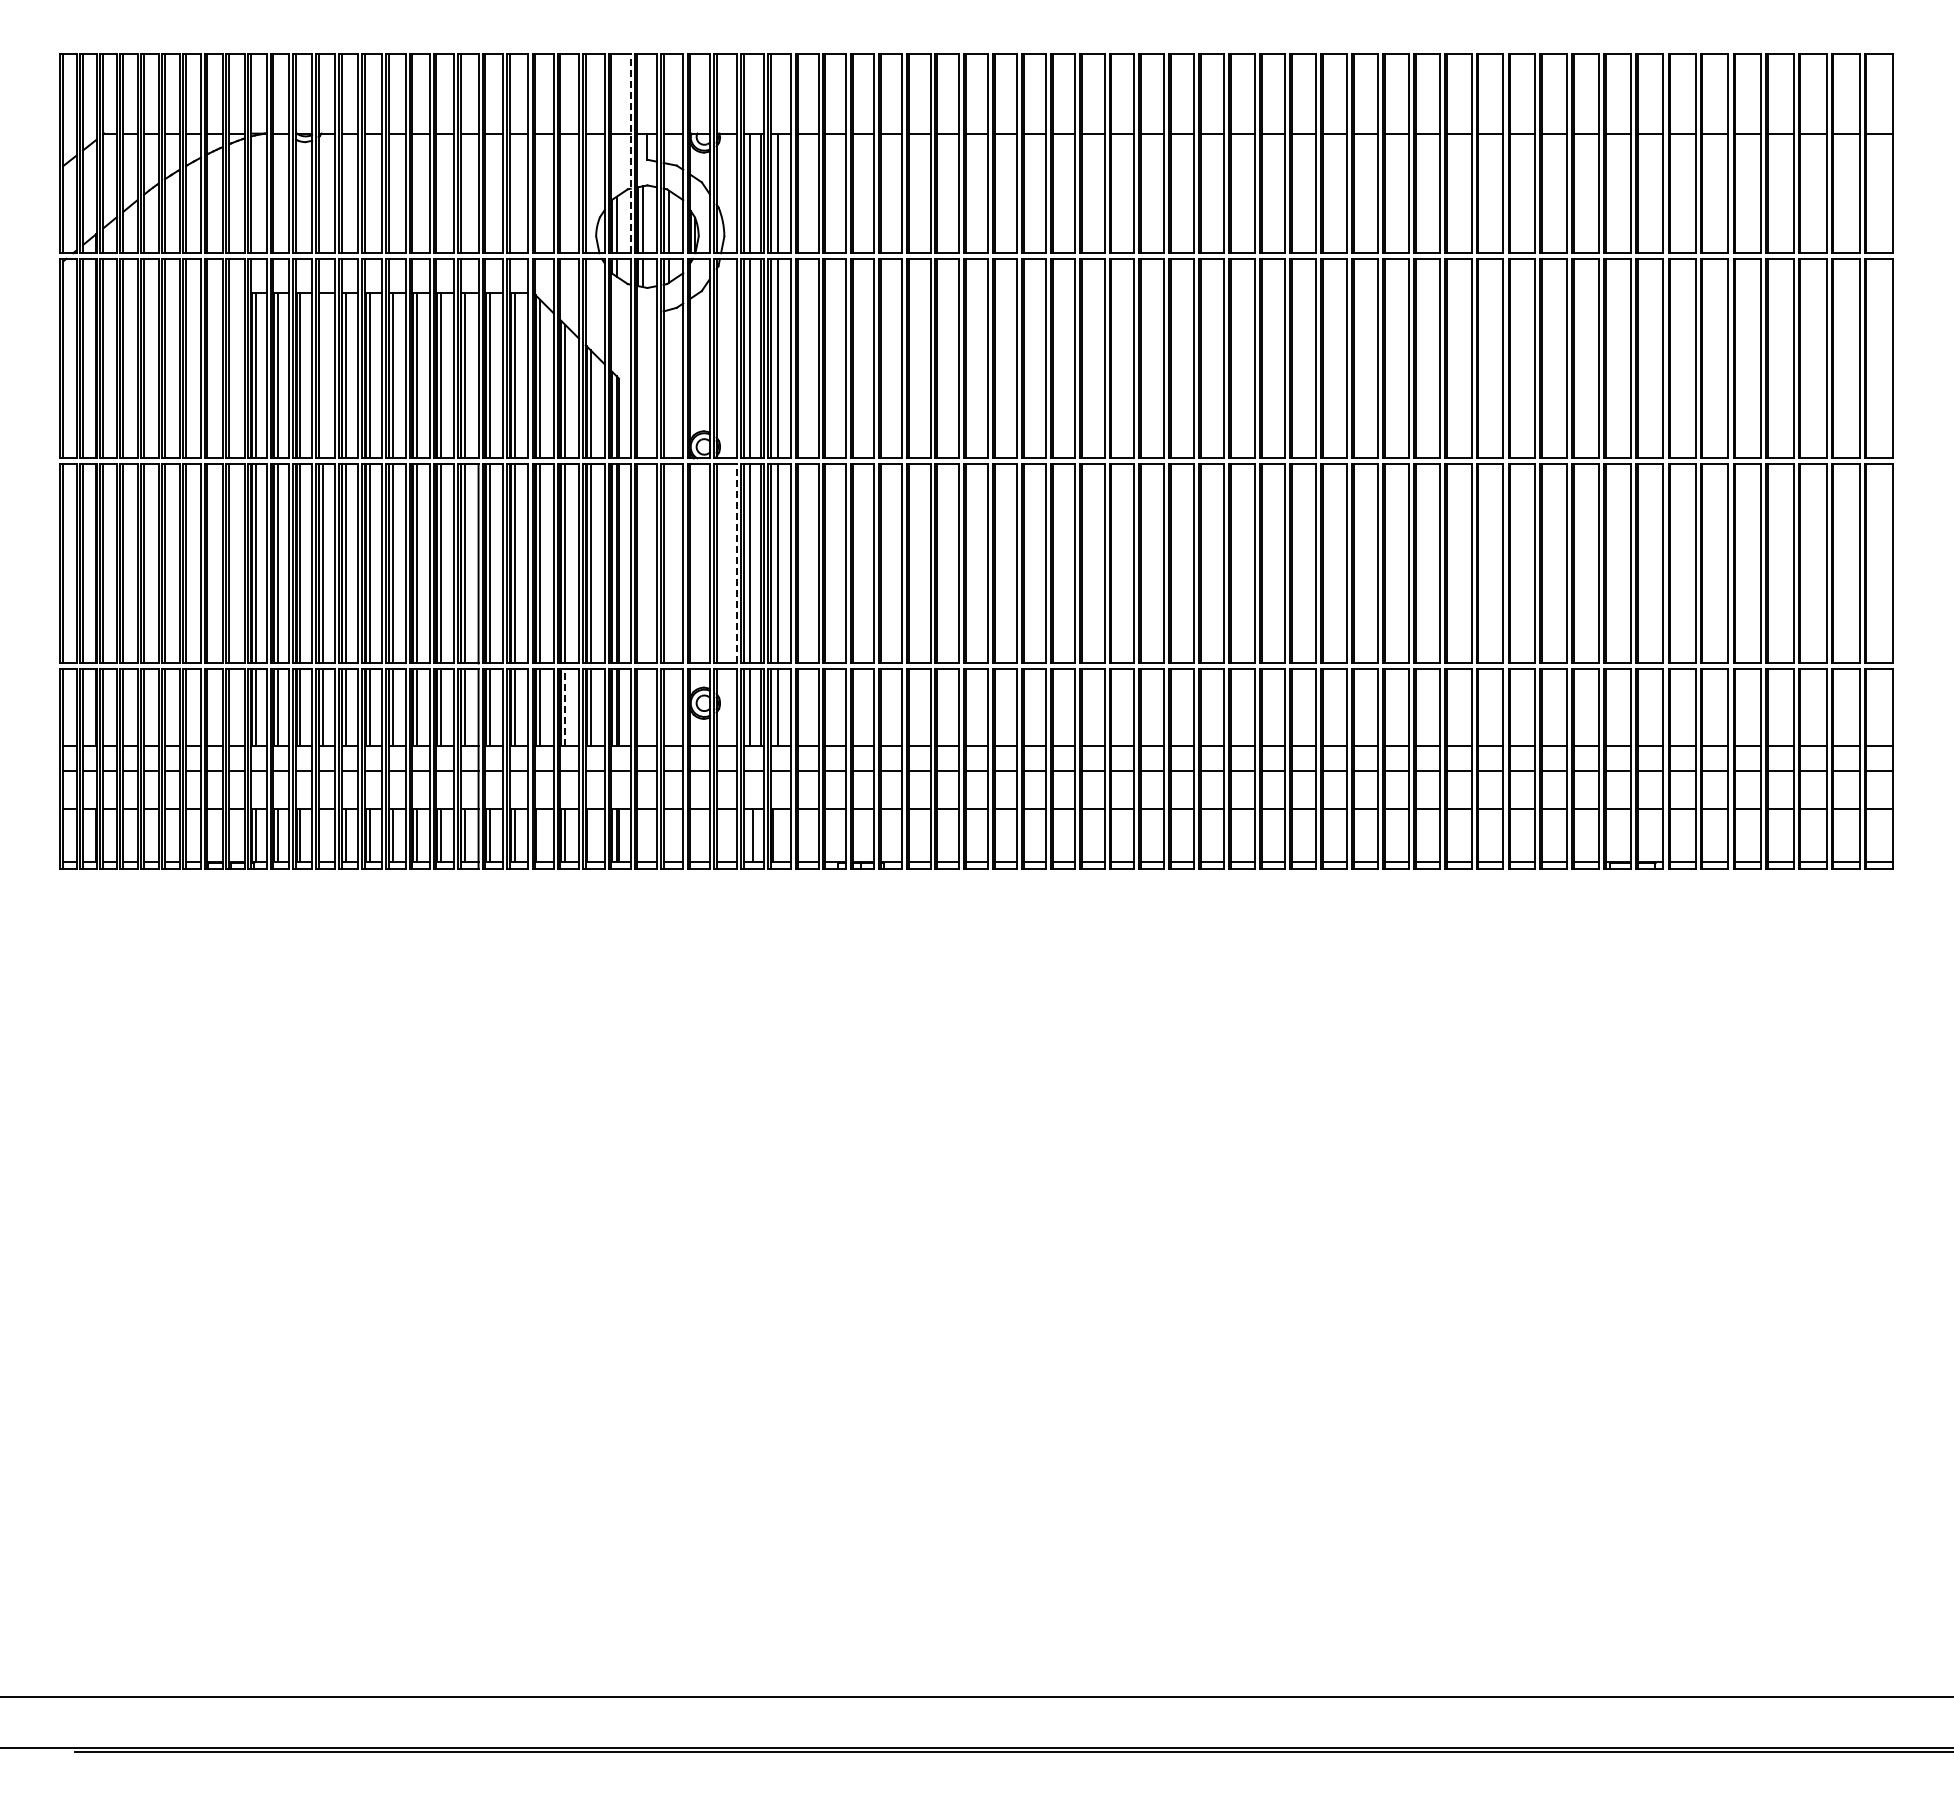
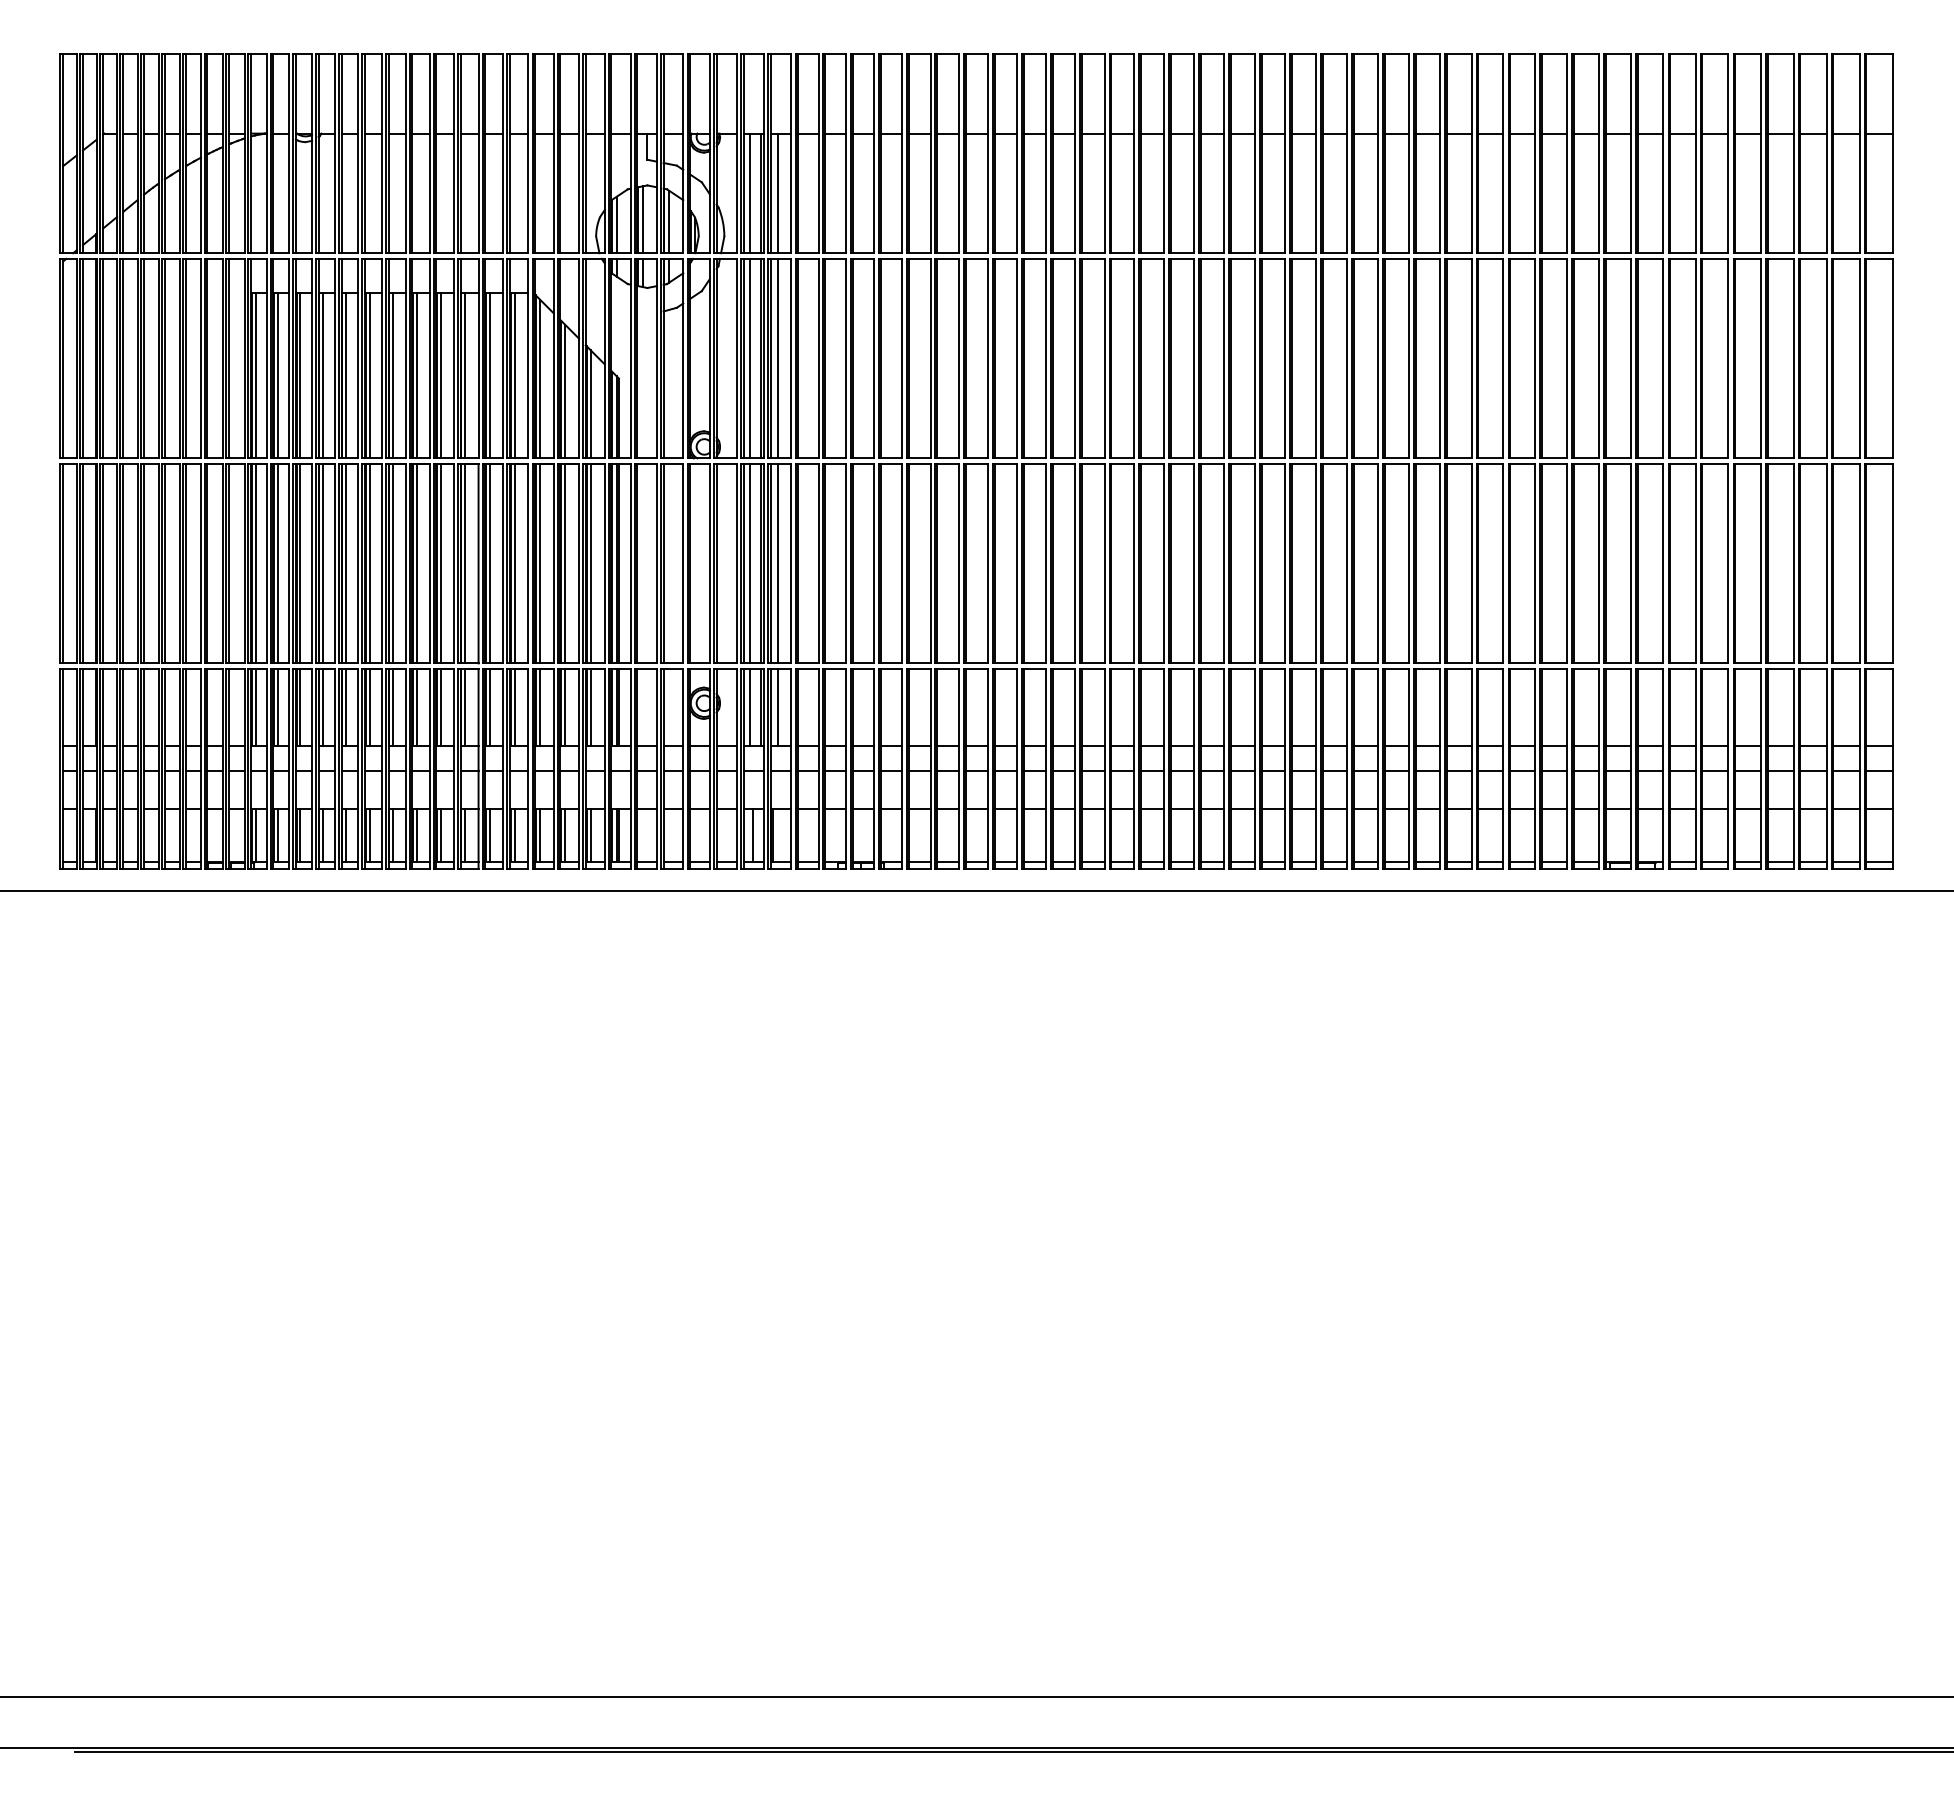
line at (630, 153): dashed -> solid
line at (323, 375): none -> present
line at (736, 563): dashed -> solid
line at (565, 706): dashed -> solid
line at (323, 834): none -> present
line at (539, 834): none -> present
line at (590, 834): none -> present
line at (976, 891): none -> present
